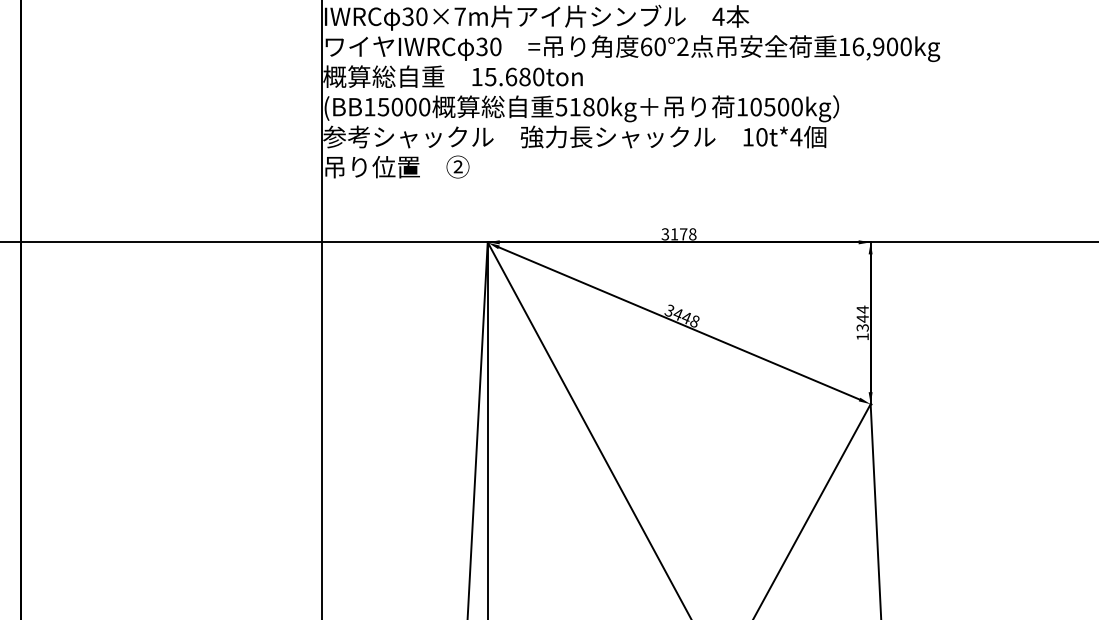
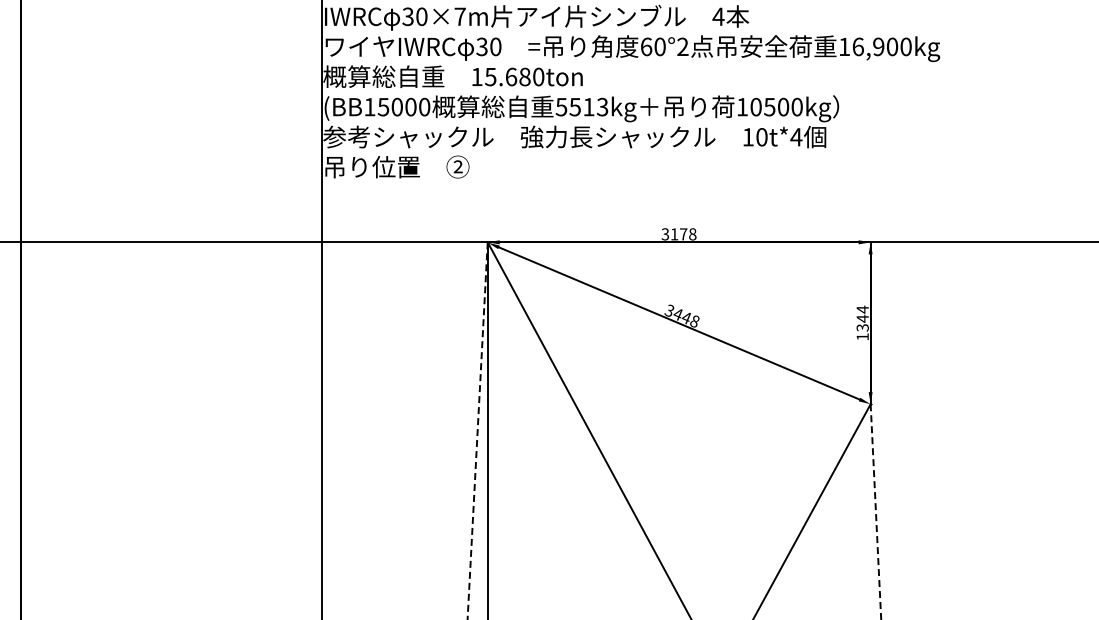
text at (588, 106): 5180kg -> 5513kg
line at (477, 430): solid -> dashed
line at (875, 512): solid -> dashed
